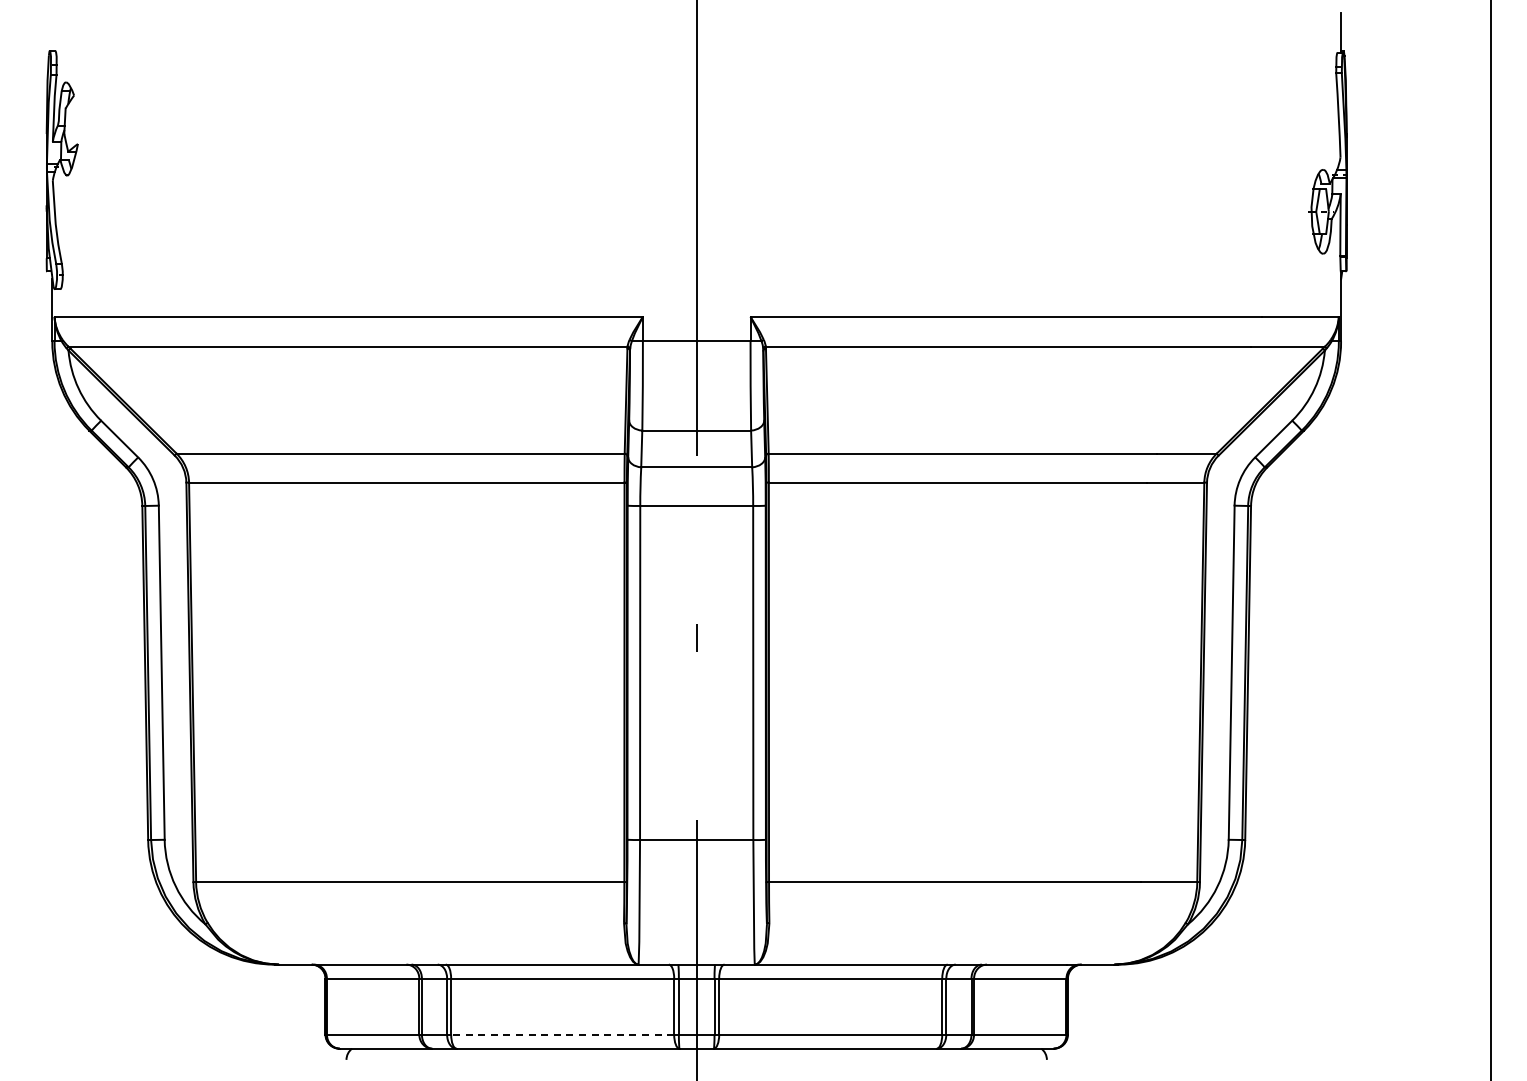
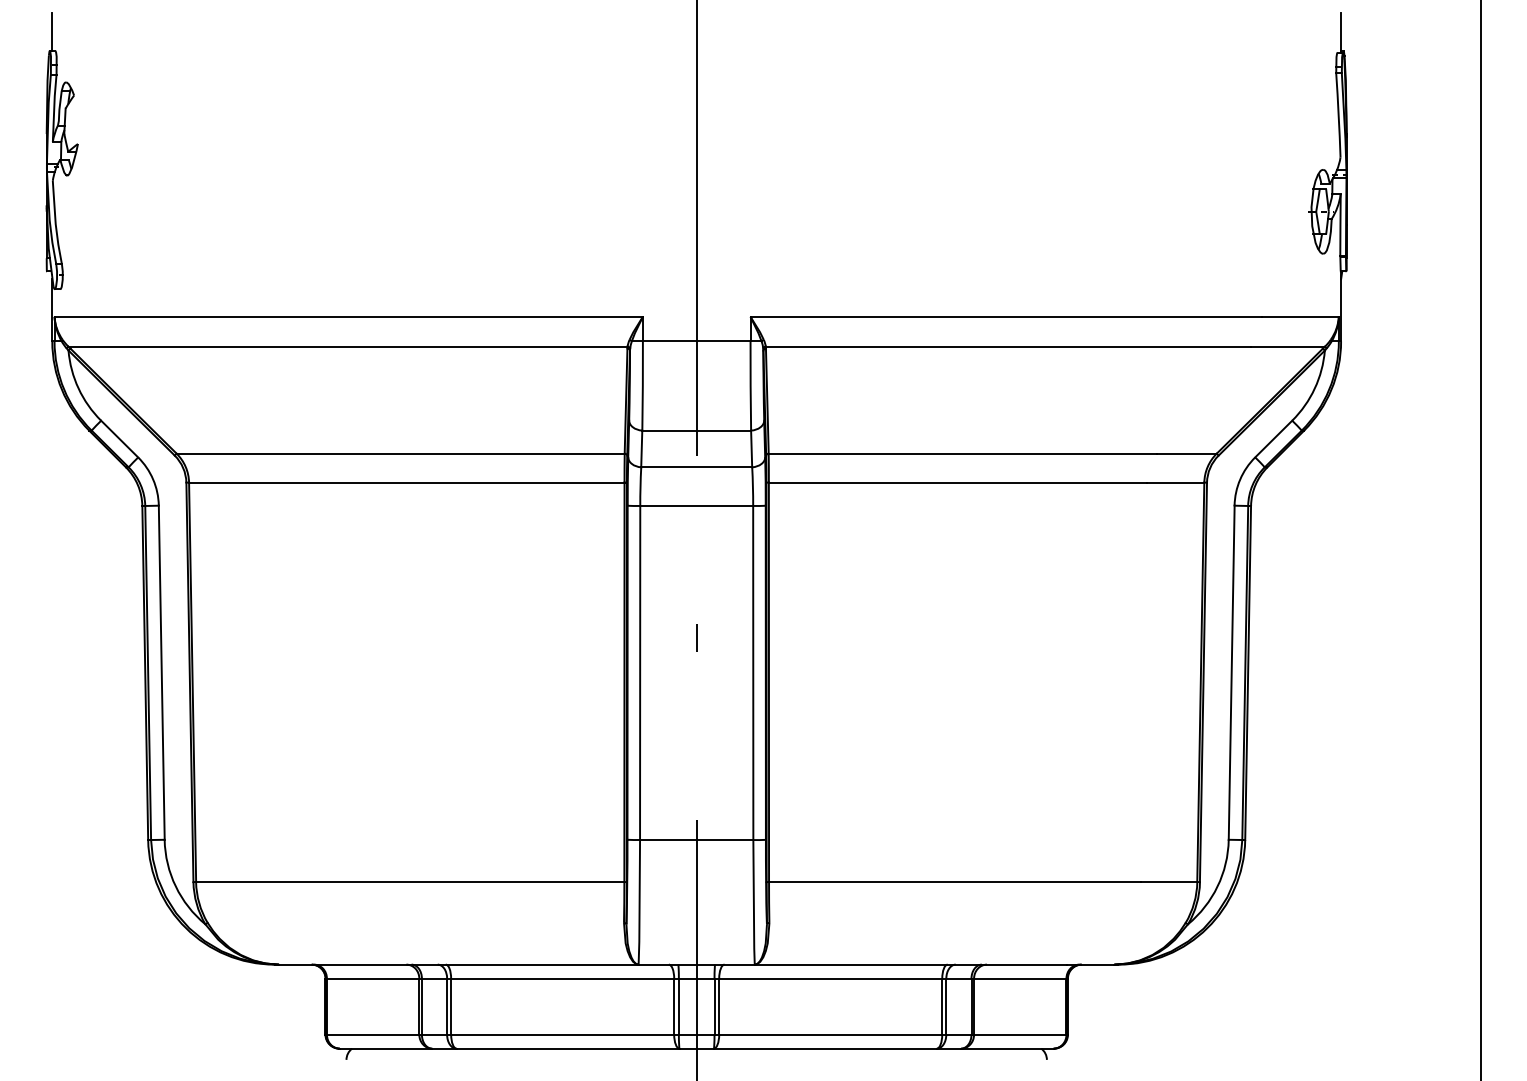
line at (52, 32): none -> present
line at (1491, 539) position: (1491, 539) -> (1481, 539)
line at (562, 1034): dashed -> solid
